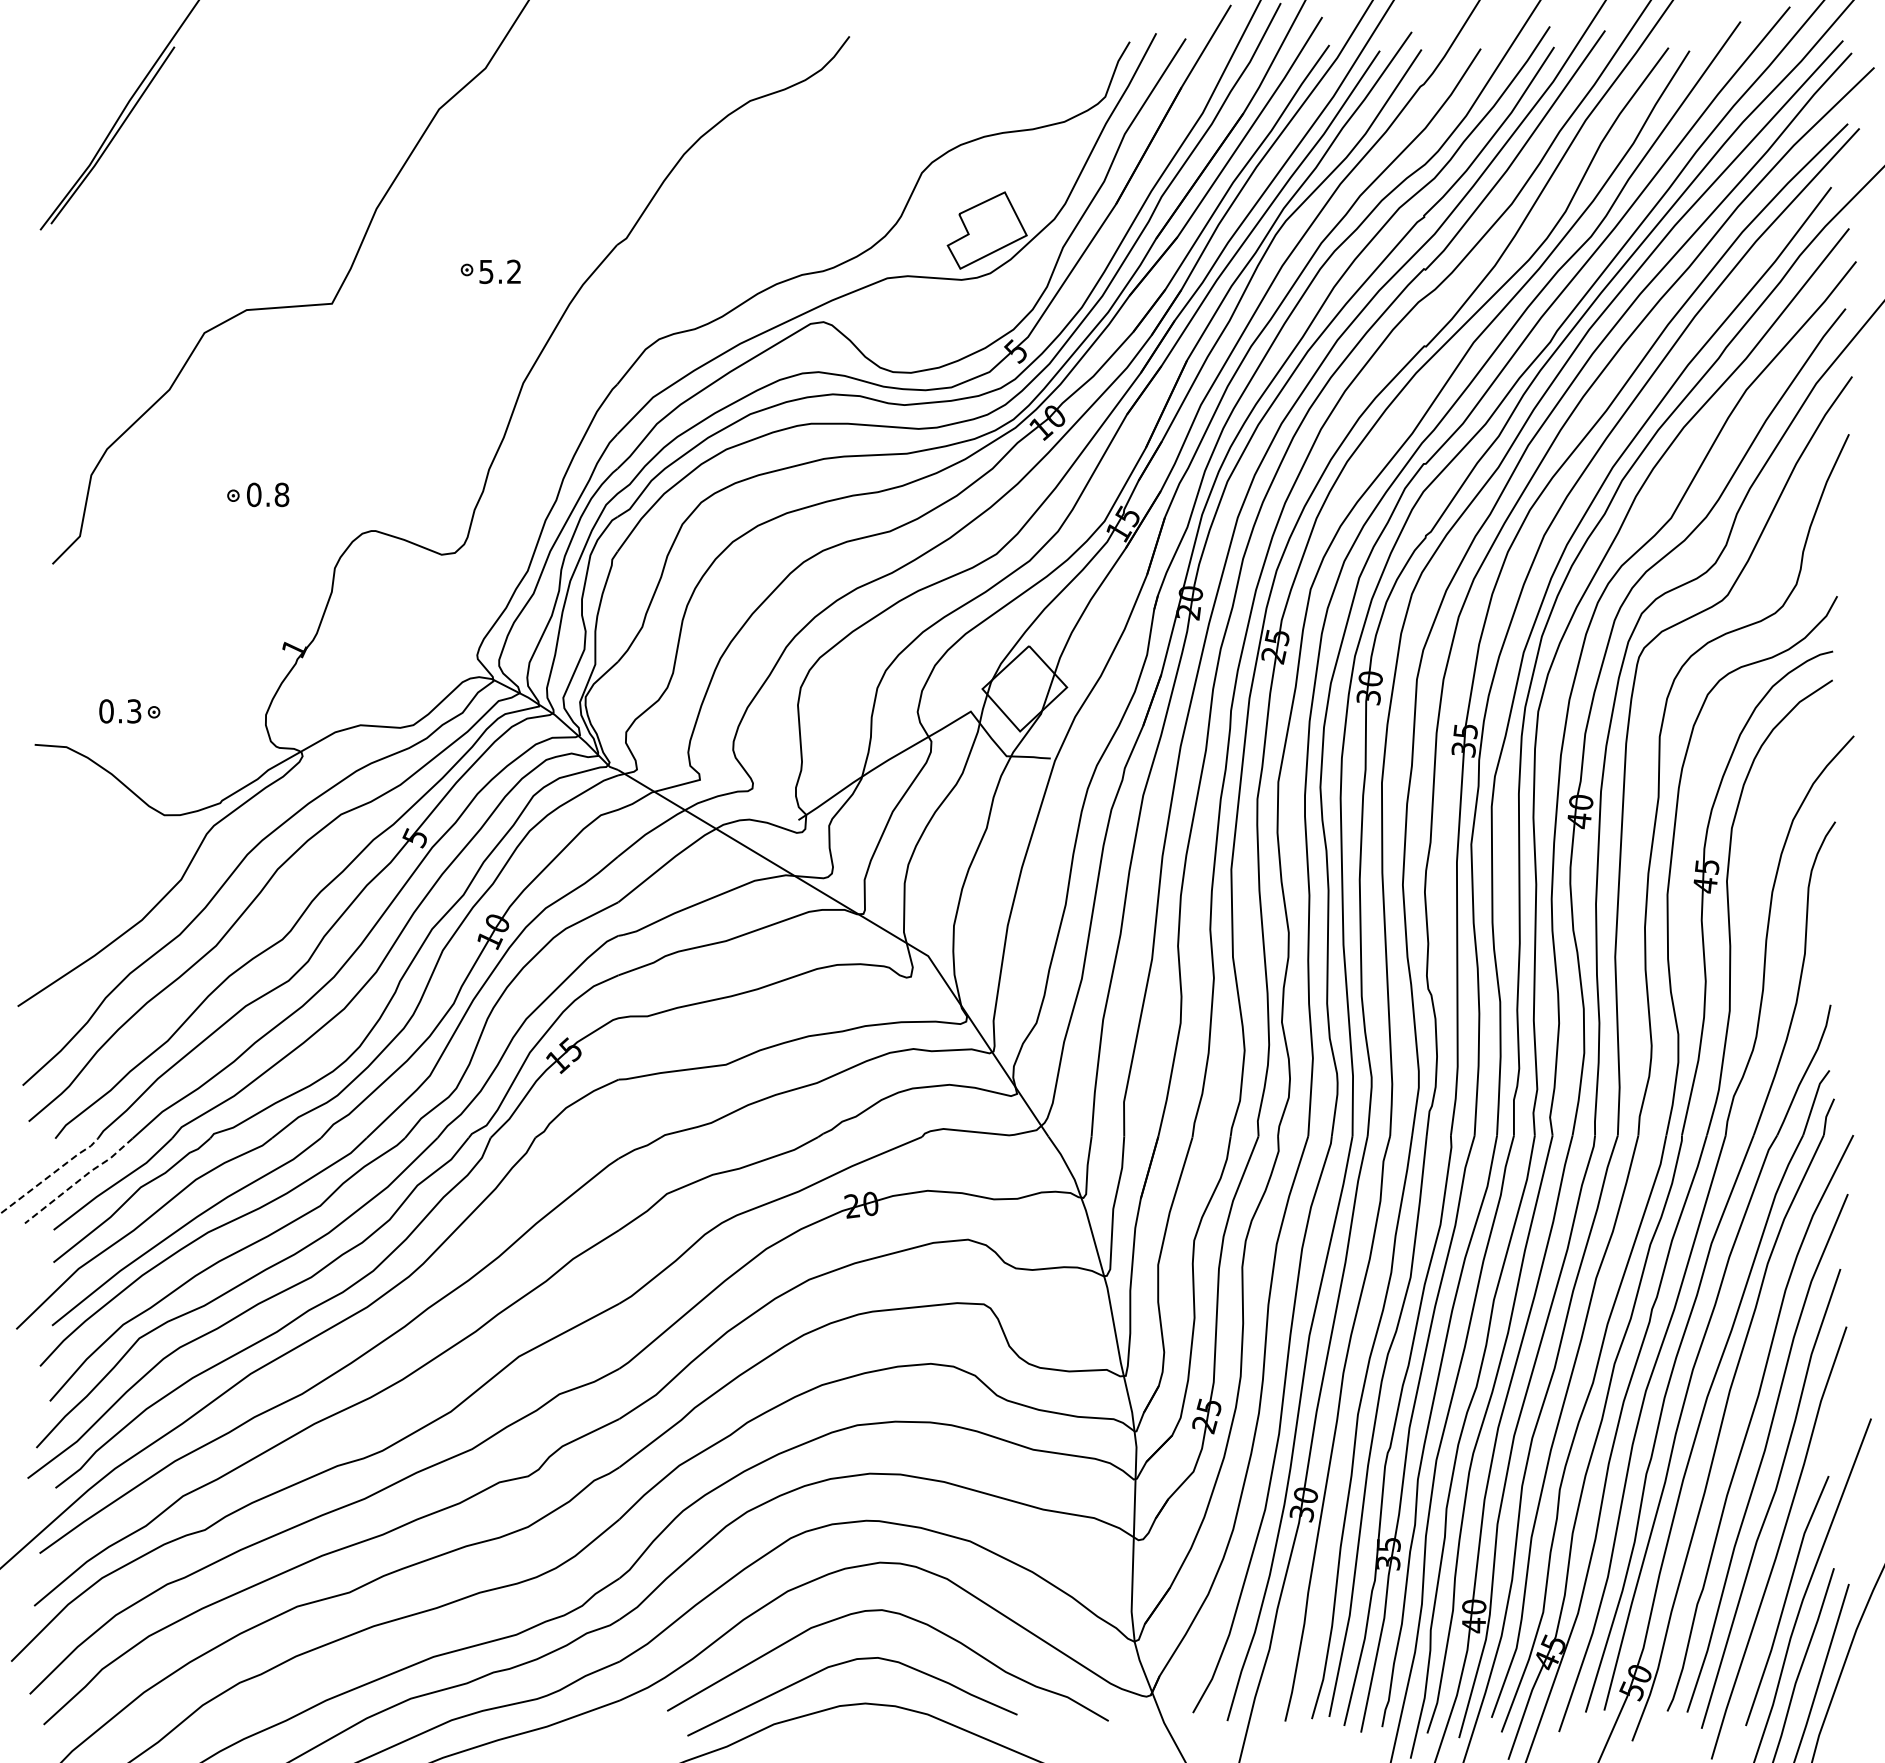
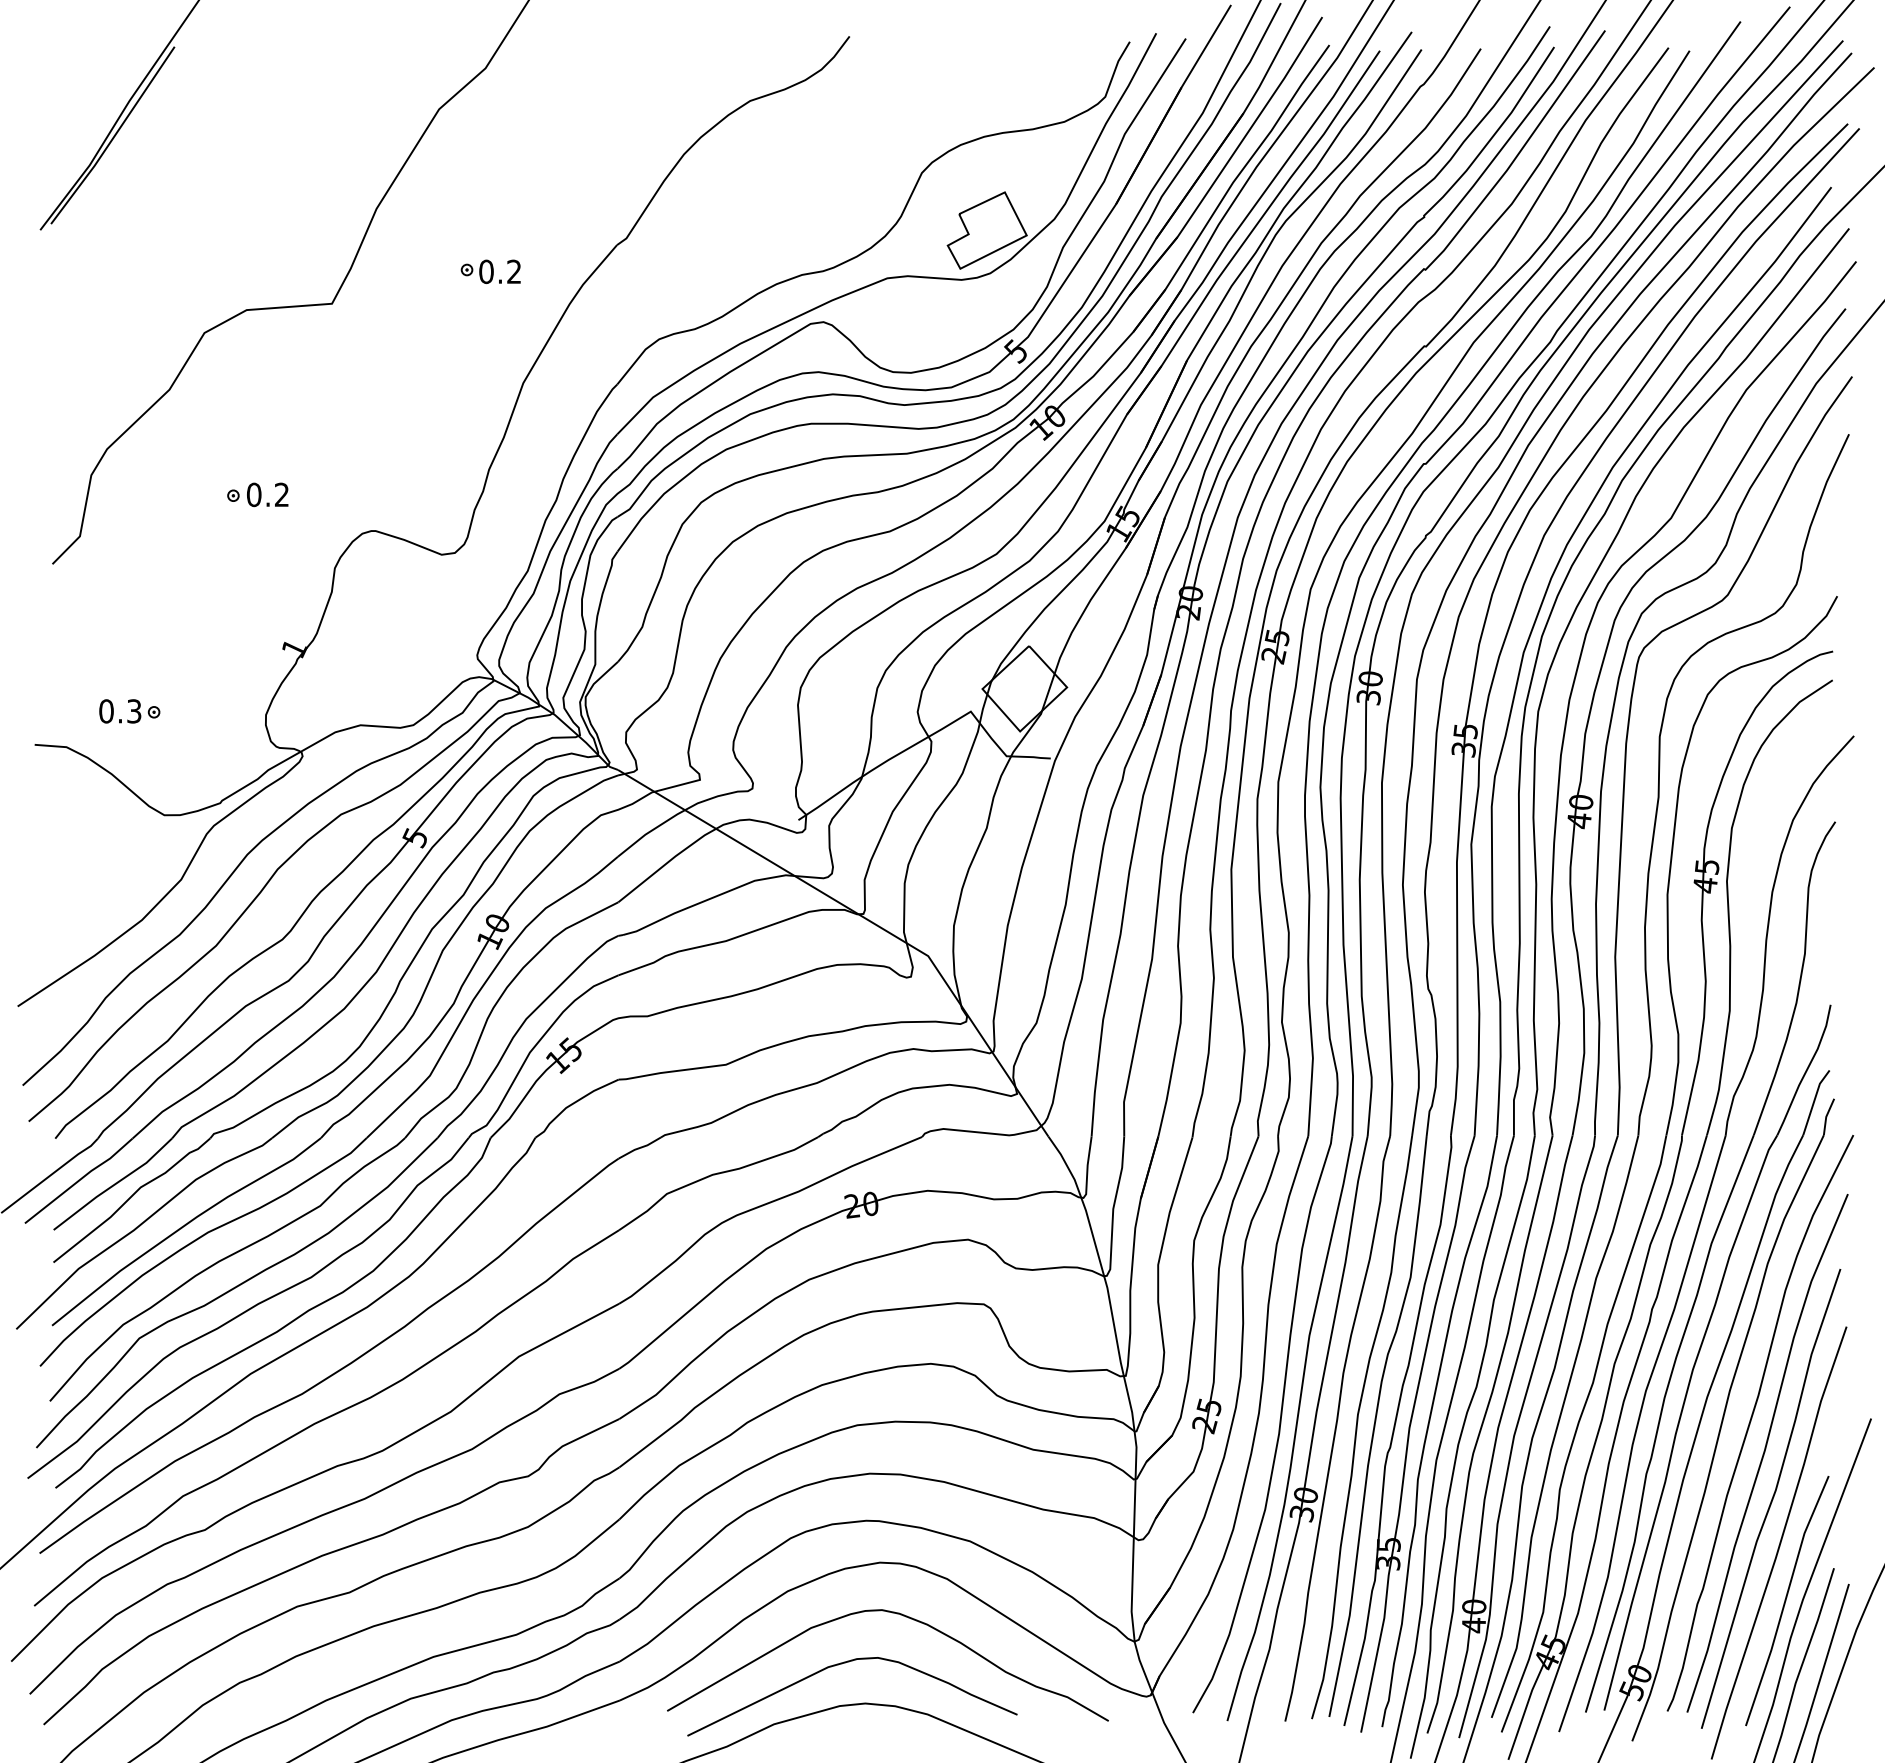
text at (486, 271): 5.2 -> 0.2
text at (281, 494): 0.8 -> 0.2
line at (51, 1174): dashed -> solid
line at (79, 1180): dashed -> solid
